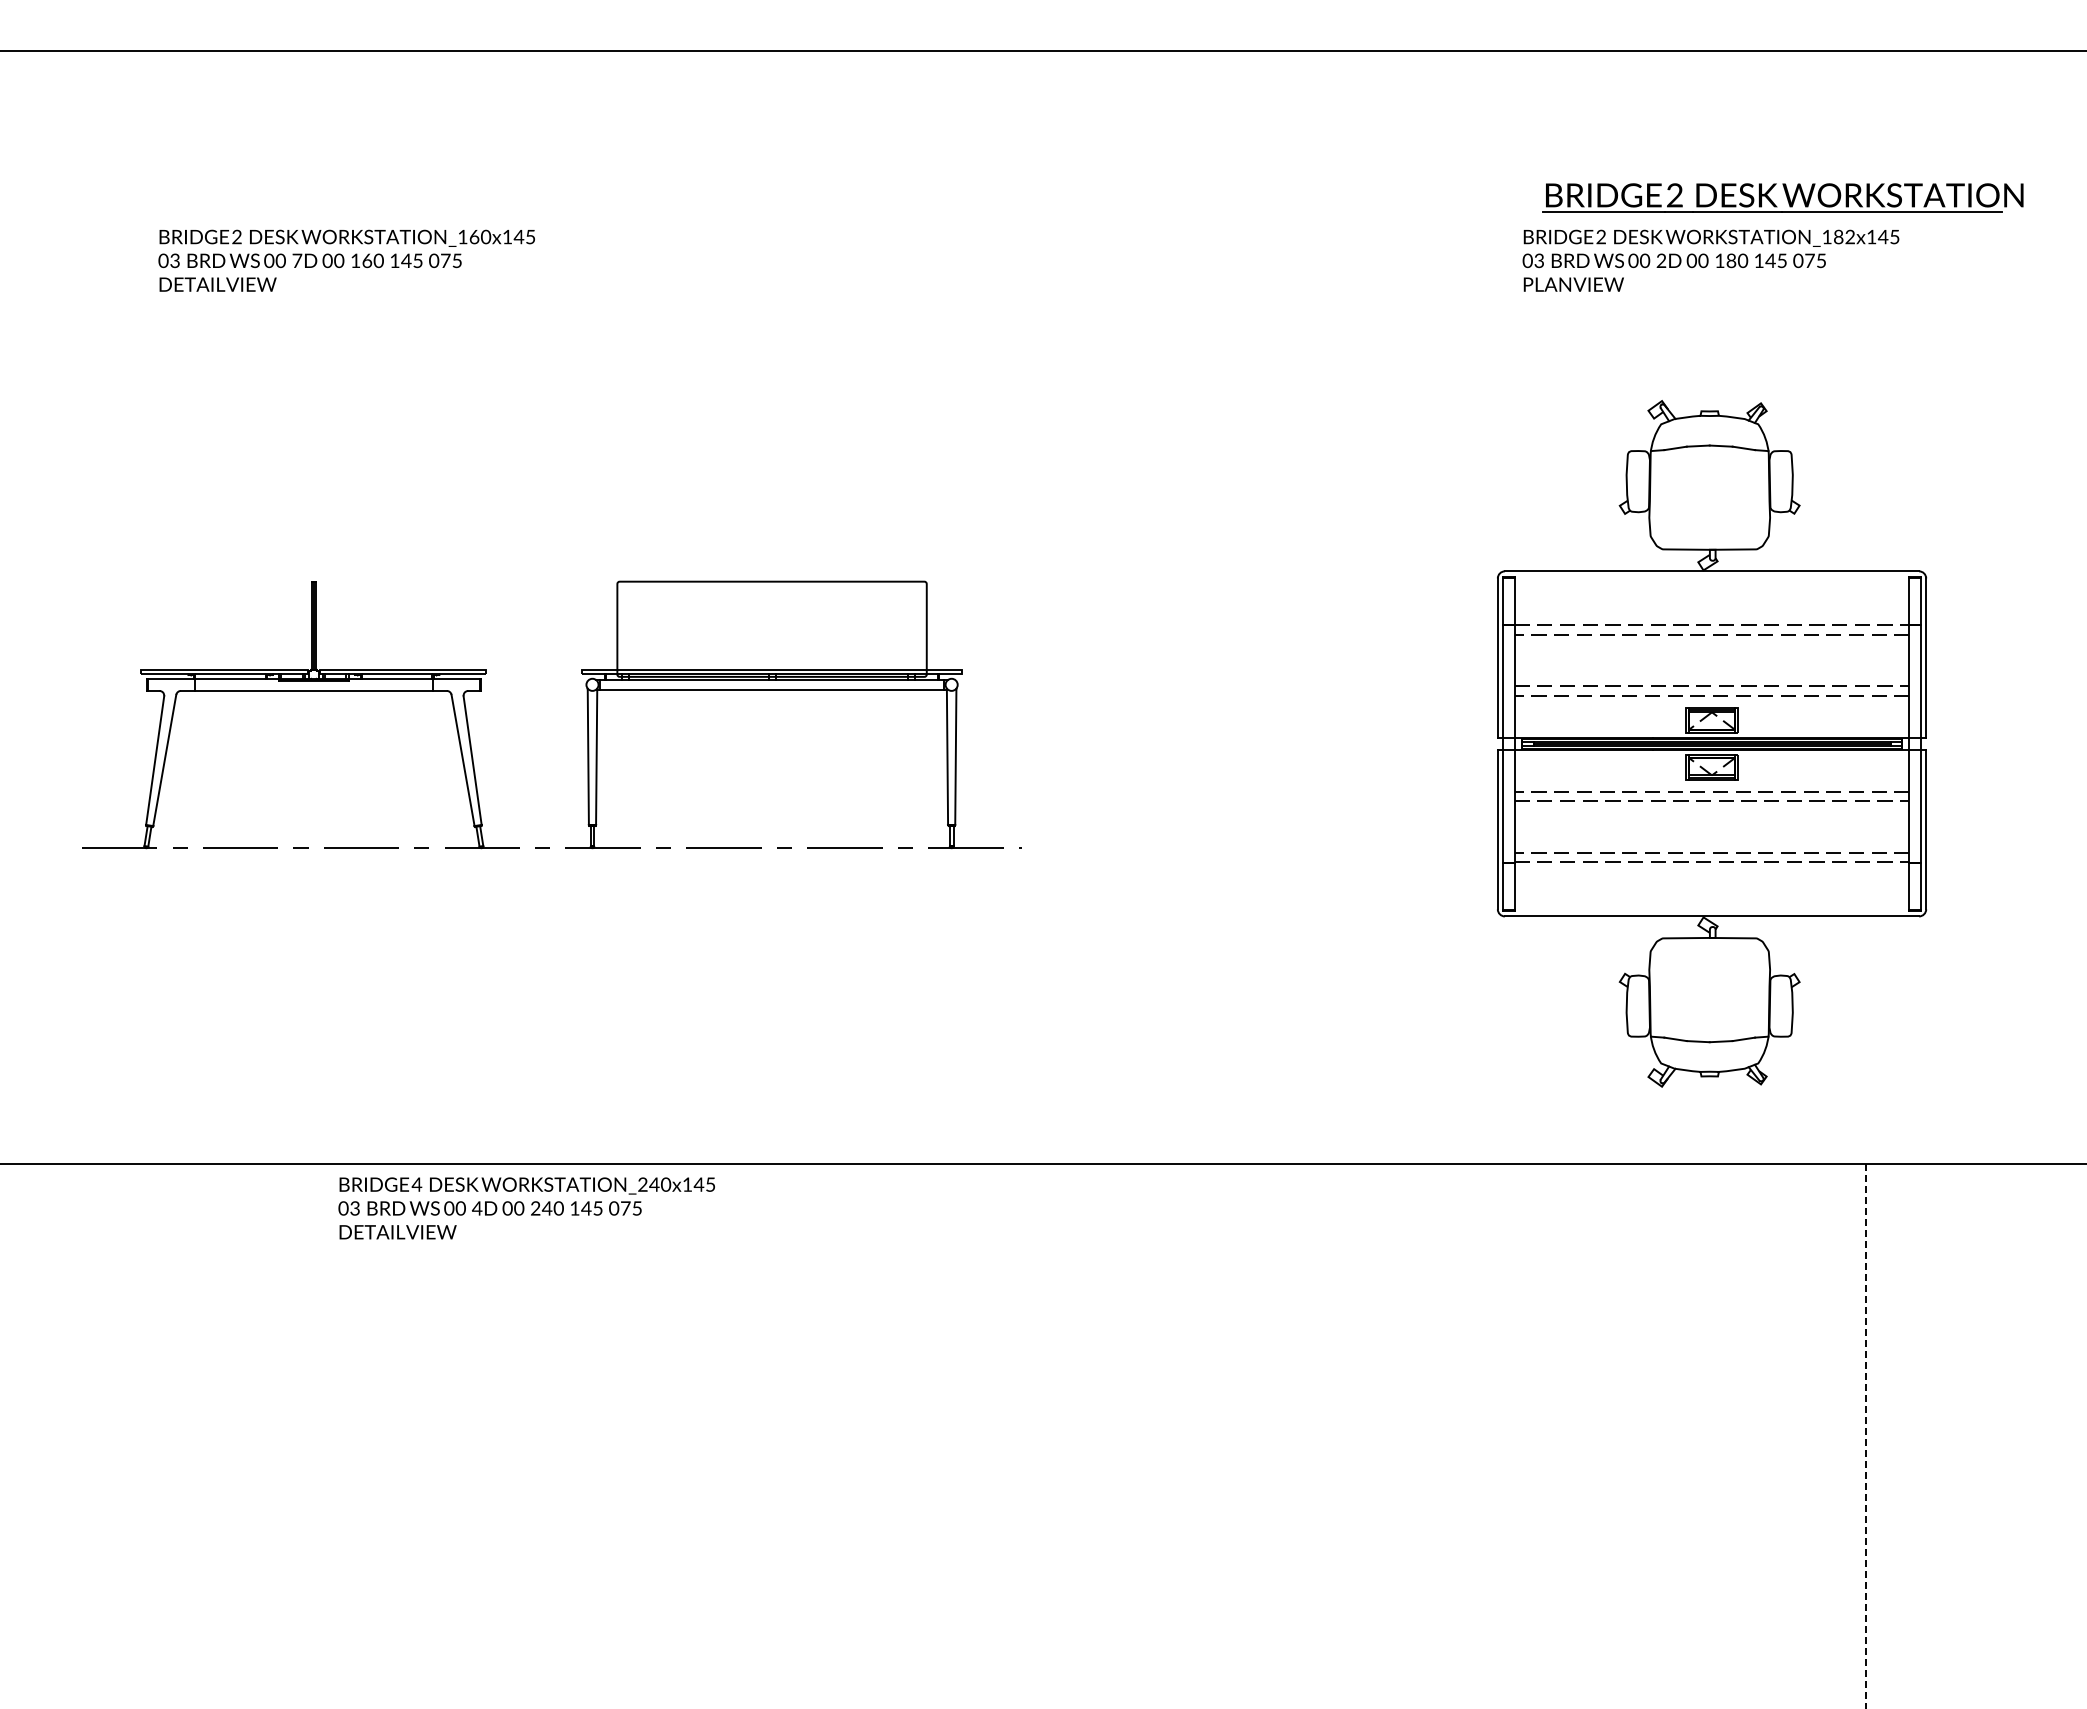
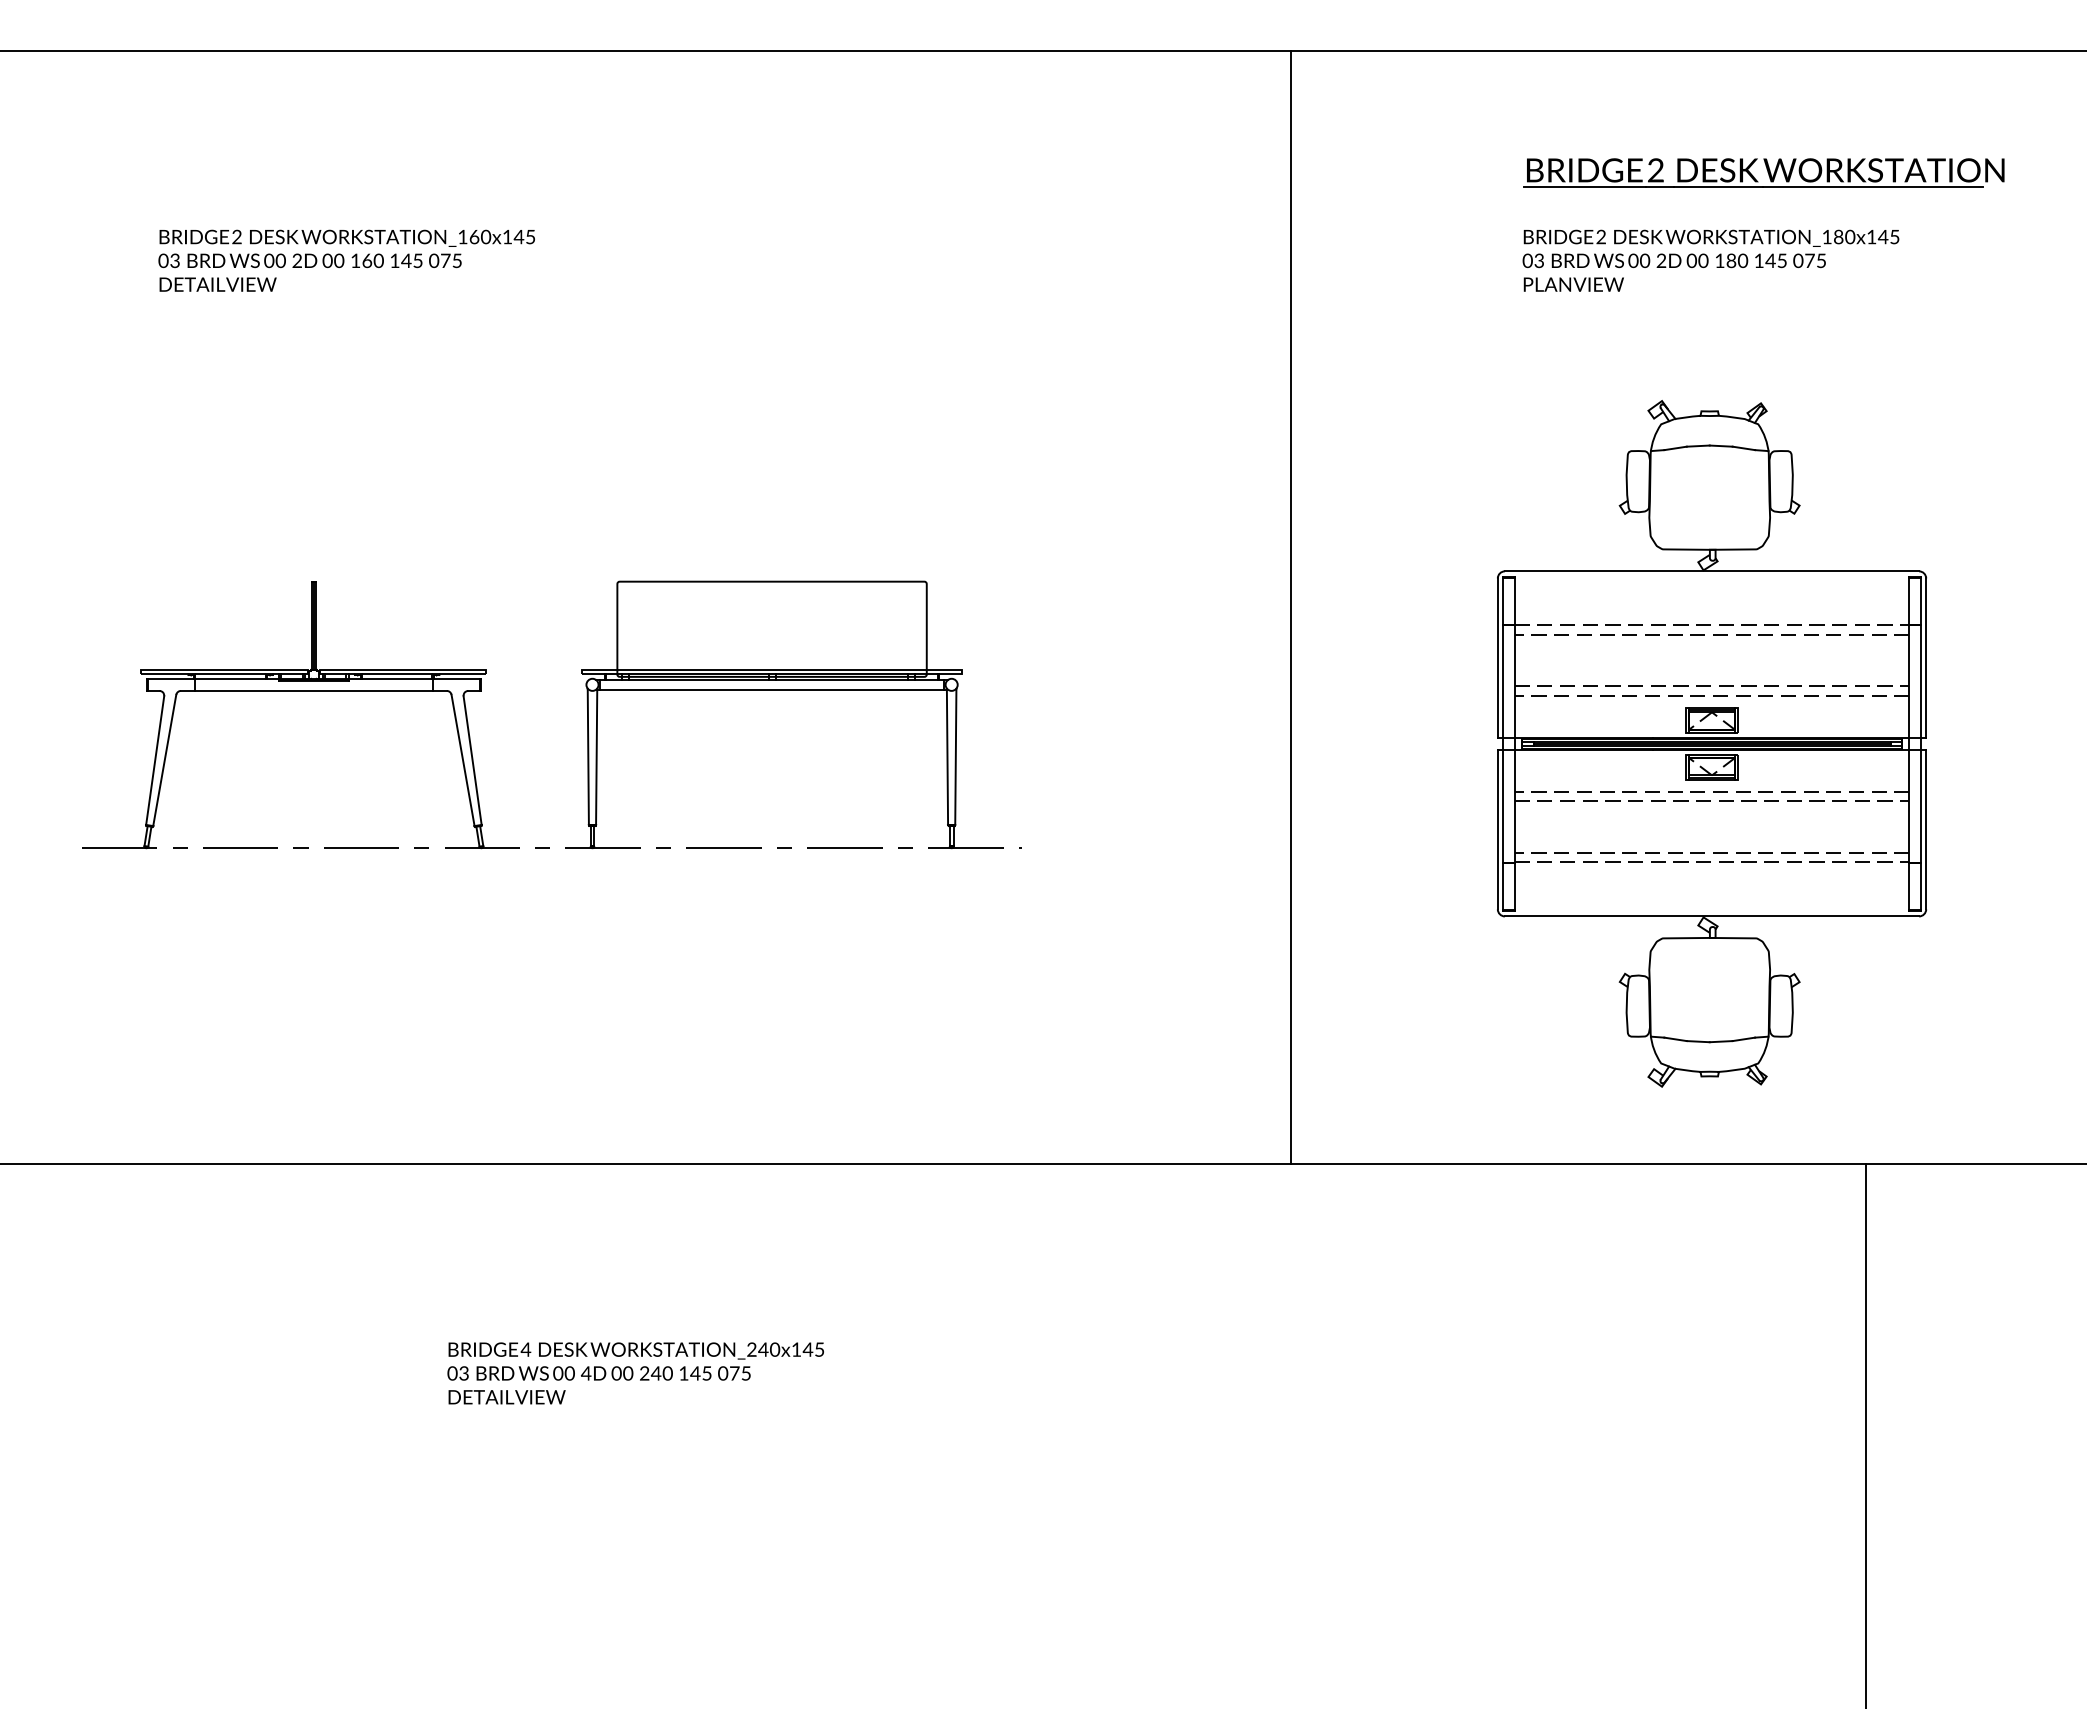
part at (1782, 197) position: (1782, 197) -> (1763, 172)
text at (1850, 237): WORKSTATION_182x145 -> WORKSTATION_180x145
text at (297, 260): 7D -> 2D
line at (1290, 607): none -> present
text at (526, 1208) position: (526, 1208) -> (635, 1373)
line at (1865, 1436): dashed -> solid
